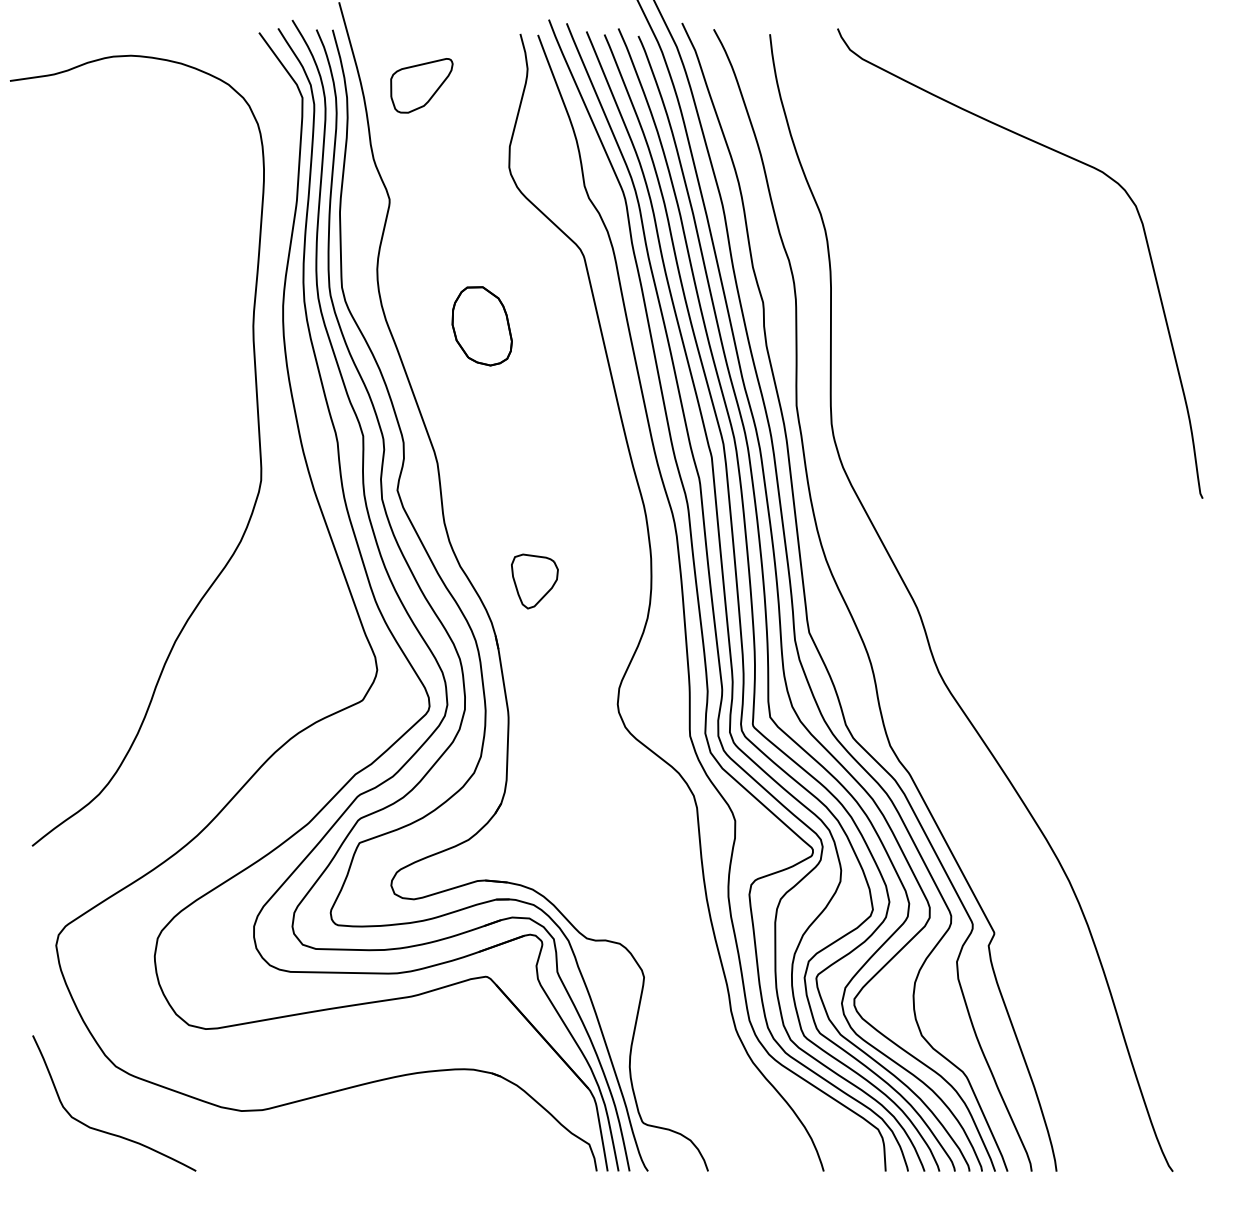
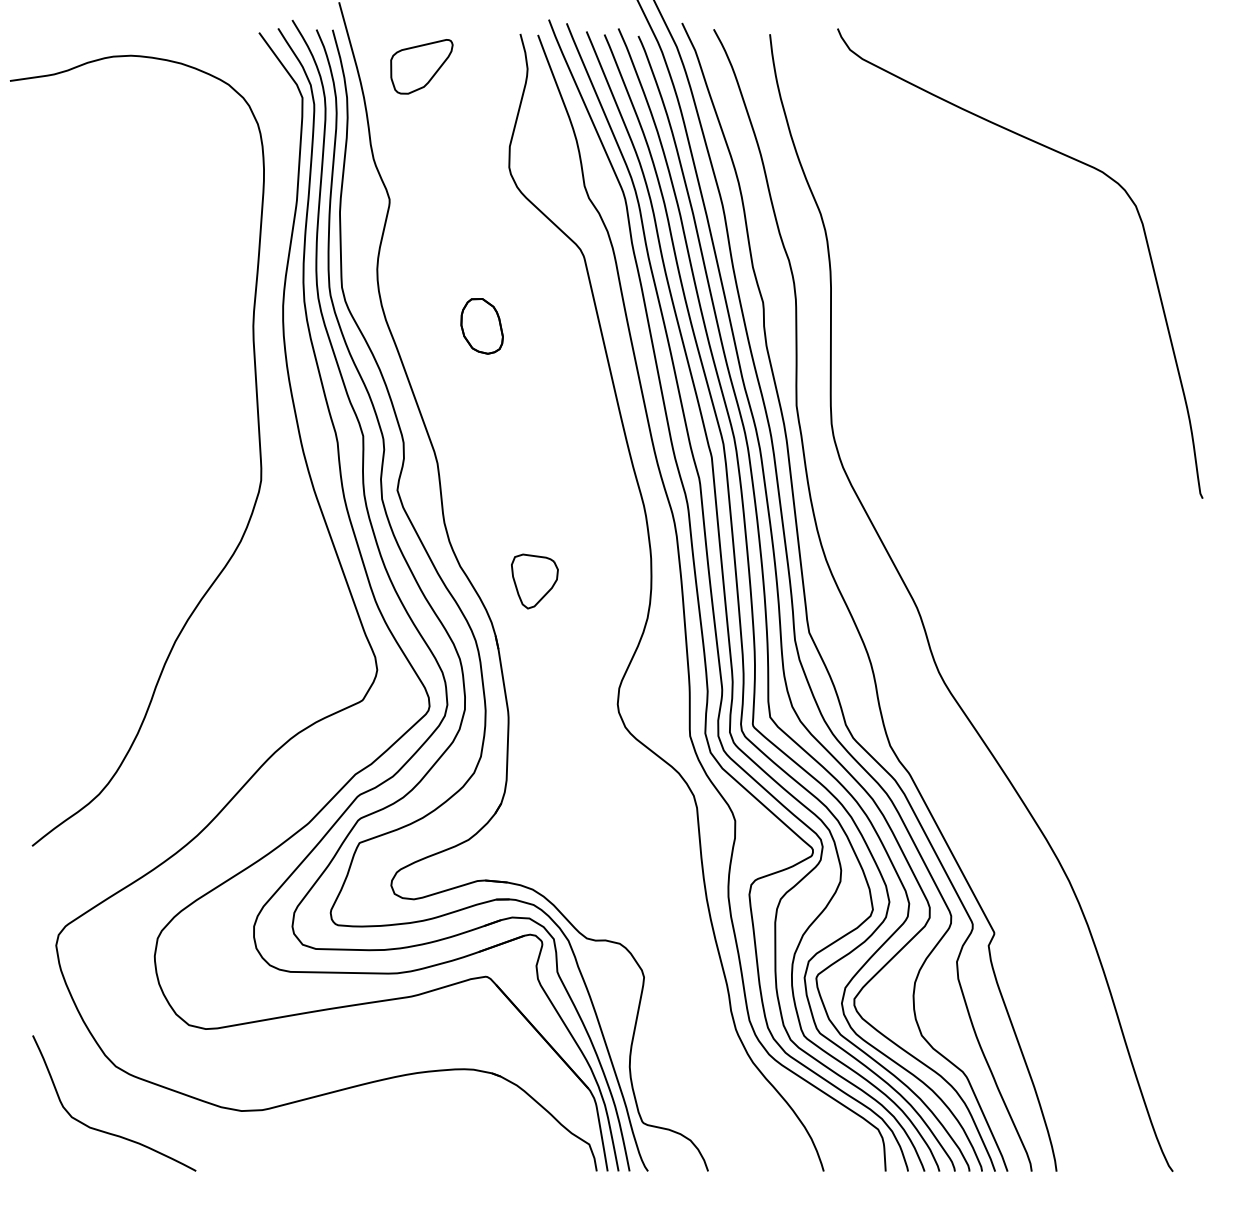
part at (421, 85) position: (421, 85) -> (421, 66)
part at (481, 326) size: 62x81 px -> 44x57 px
